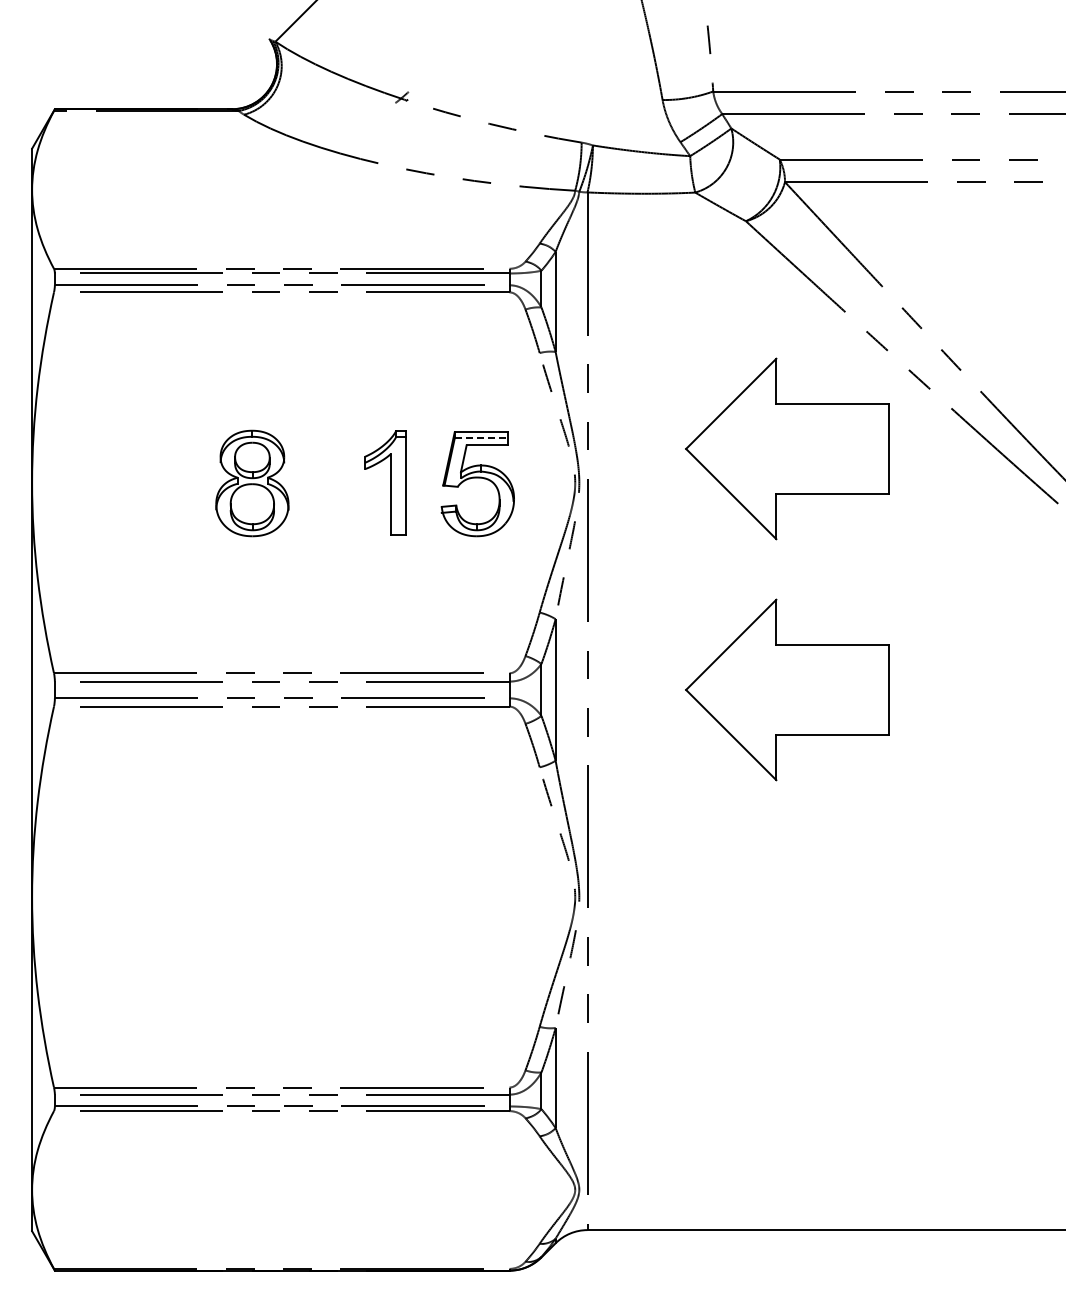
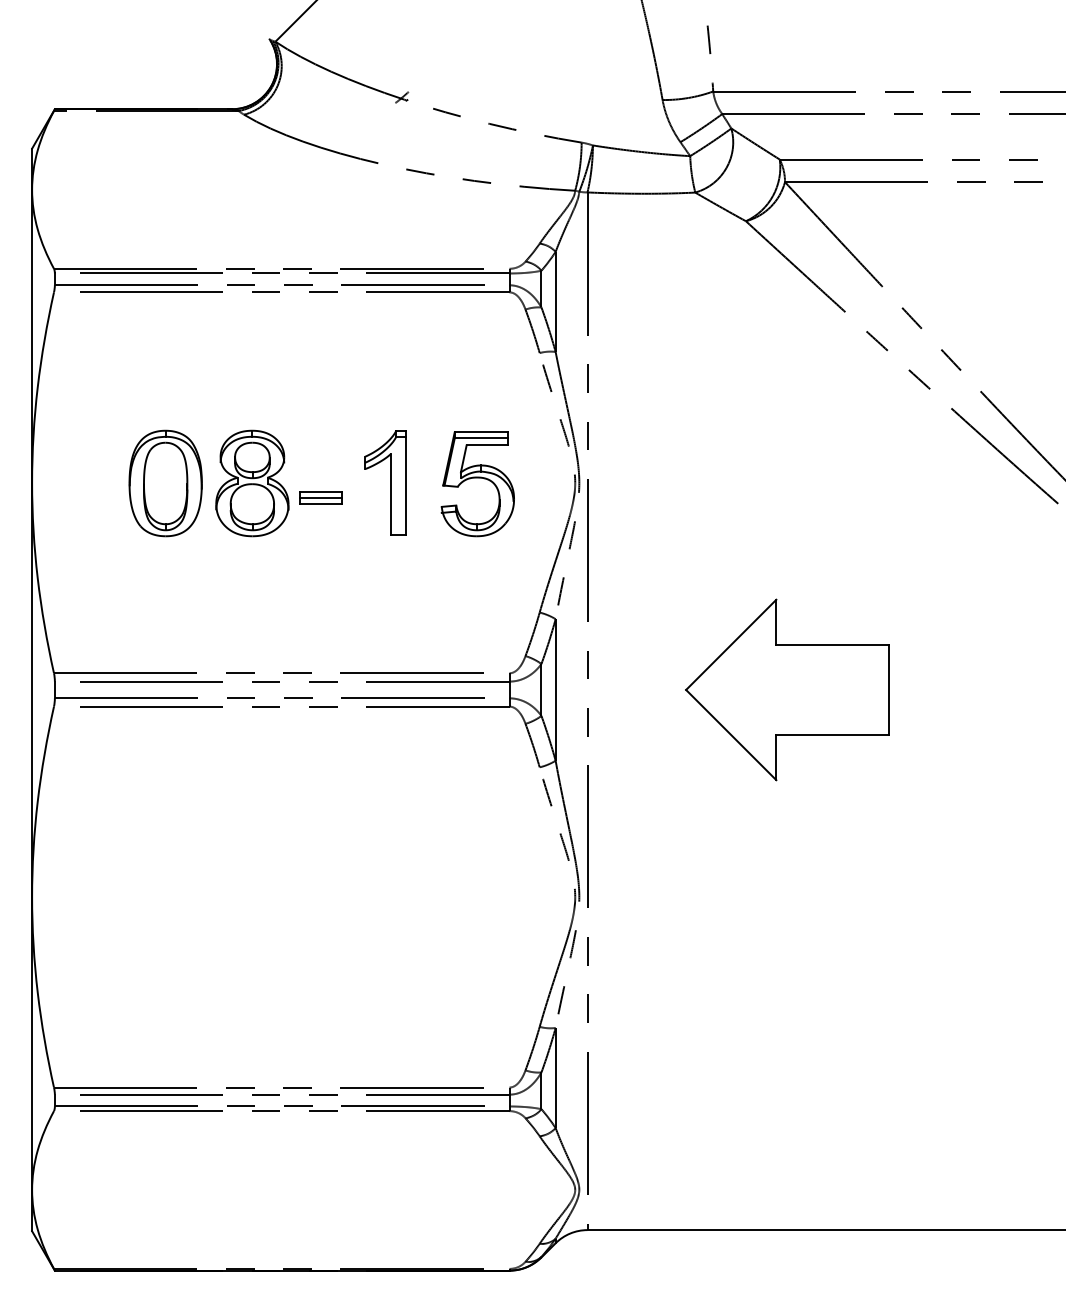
line at (481, 438): dashed -> solid
part at (787, 448): present -> none
part at (165, 483): none -> present
part at (320, 497): none -> present
